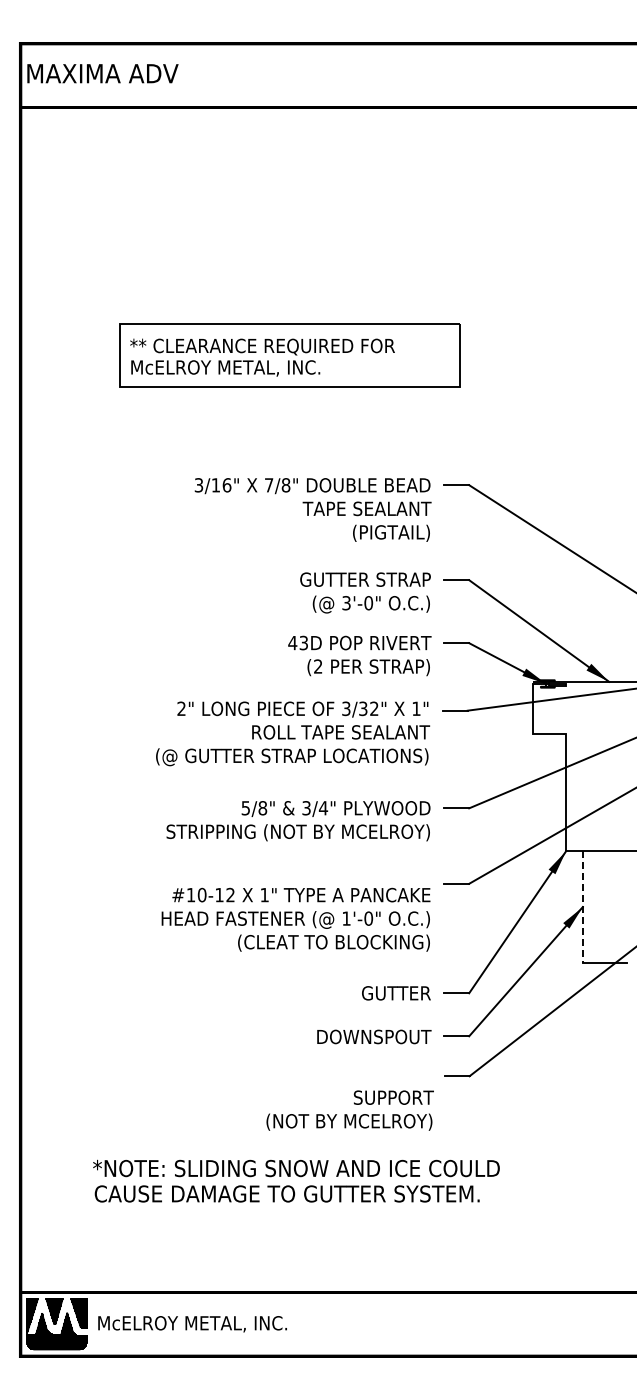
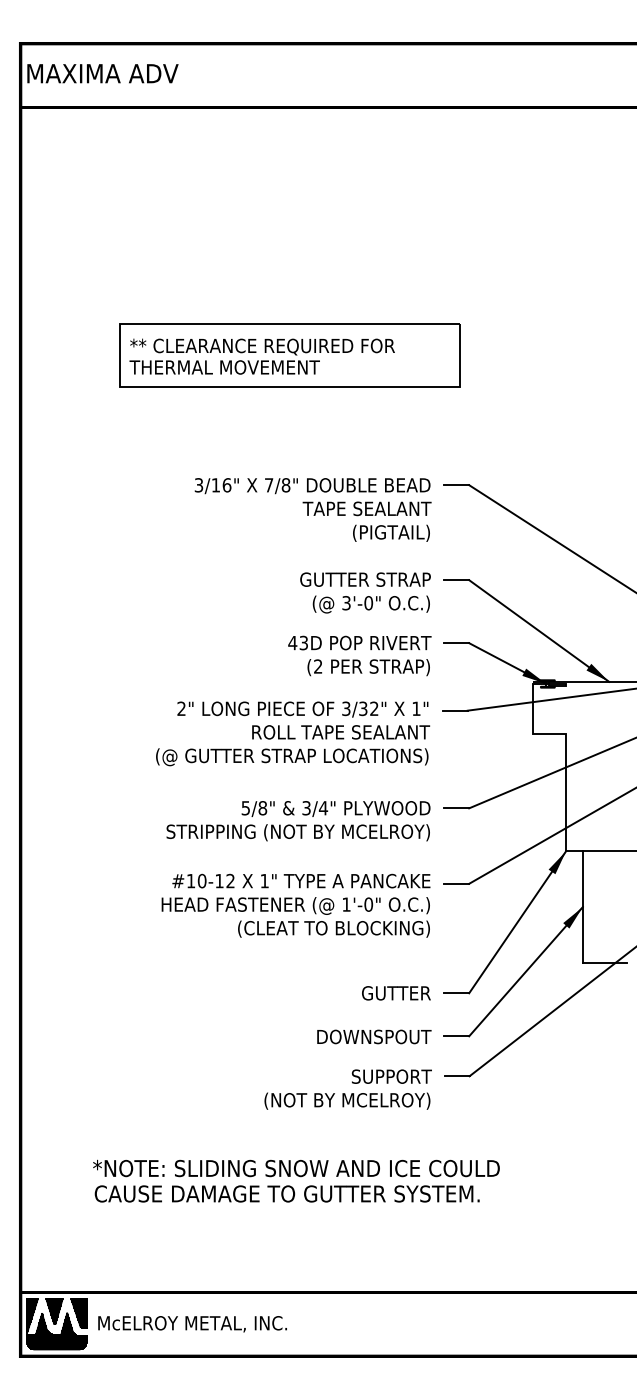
text at (224, 368): McELROY METAL, INC. -> THERMAL MOVEMENT
line at (582, 907): dashed -> solid
text at (295, 919) position: (295, 919) -> (295, 905)
text at (349, 1110) position: (349, 1110) -> (347, 1089)
